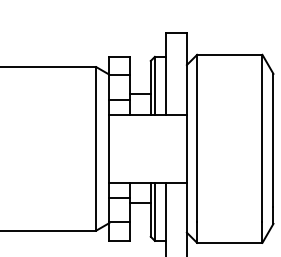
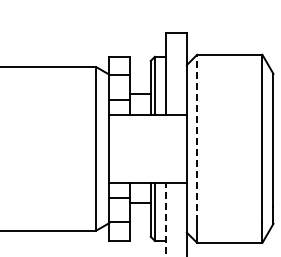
line at (197, 137): solid -> dashed
line at (166, 219): solid -> dashed
